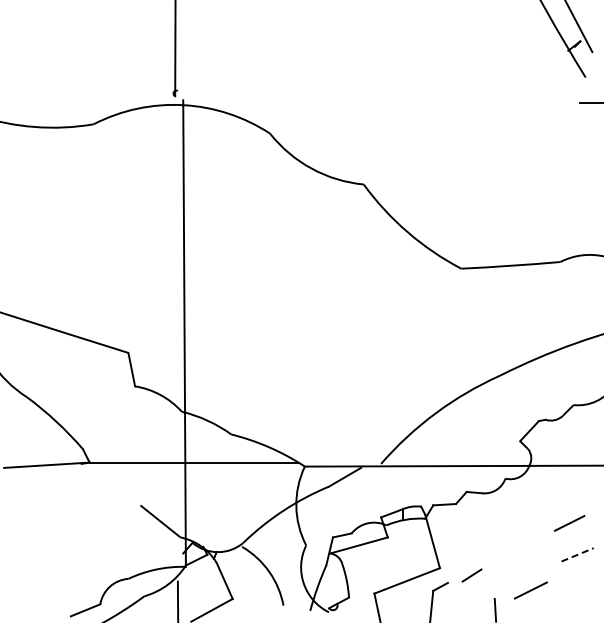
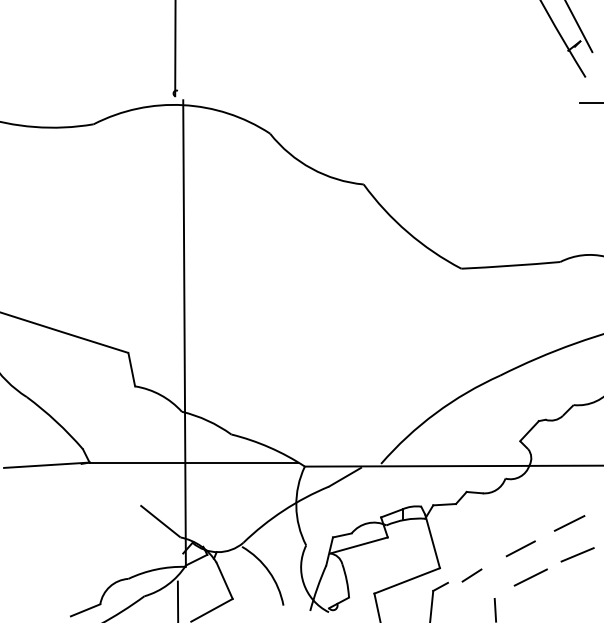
line at (520, 548): none -> present
line at (578, 554): dashed -> solid
line at (530, 590) position: (530, 590) -> (530, 577)
